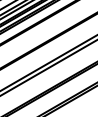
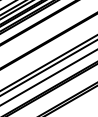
line at (48, 77): none -> present
